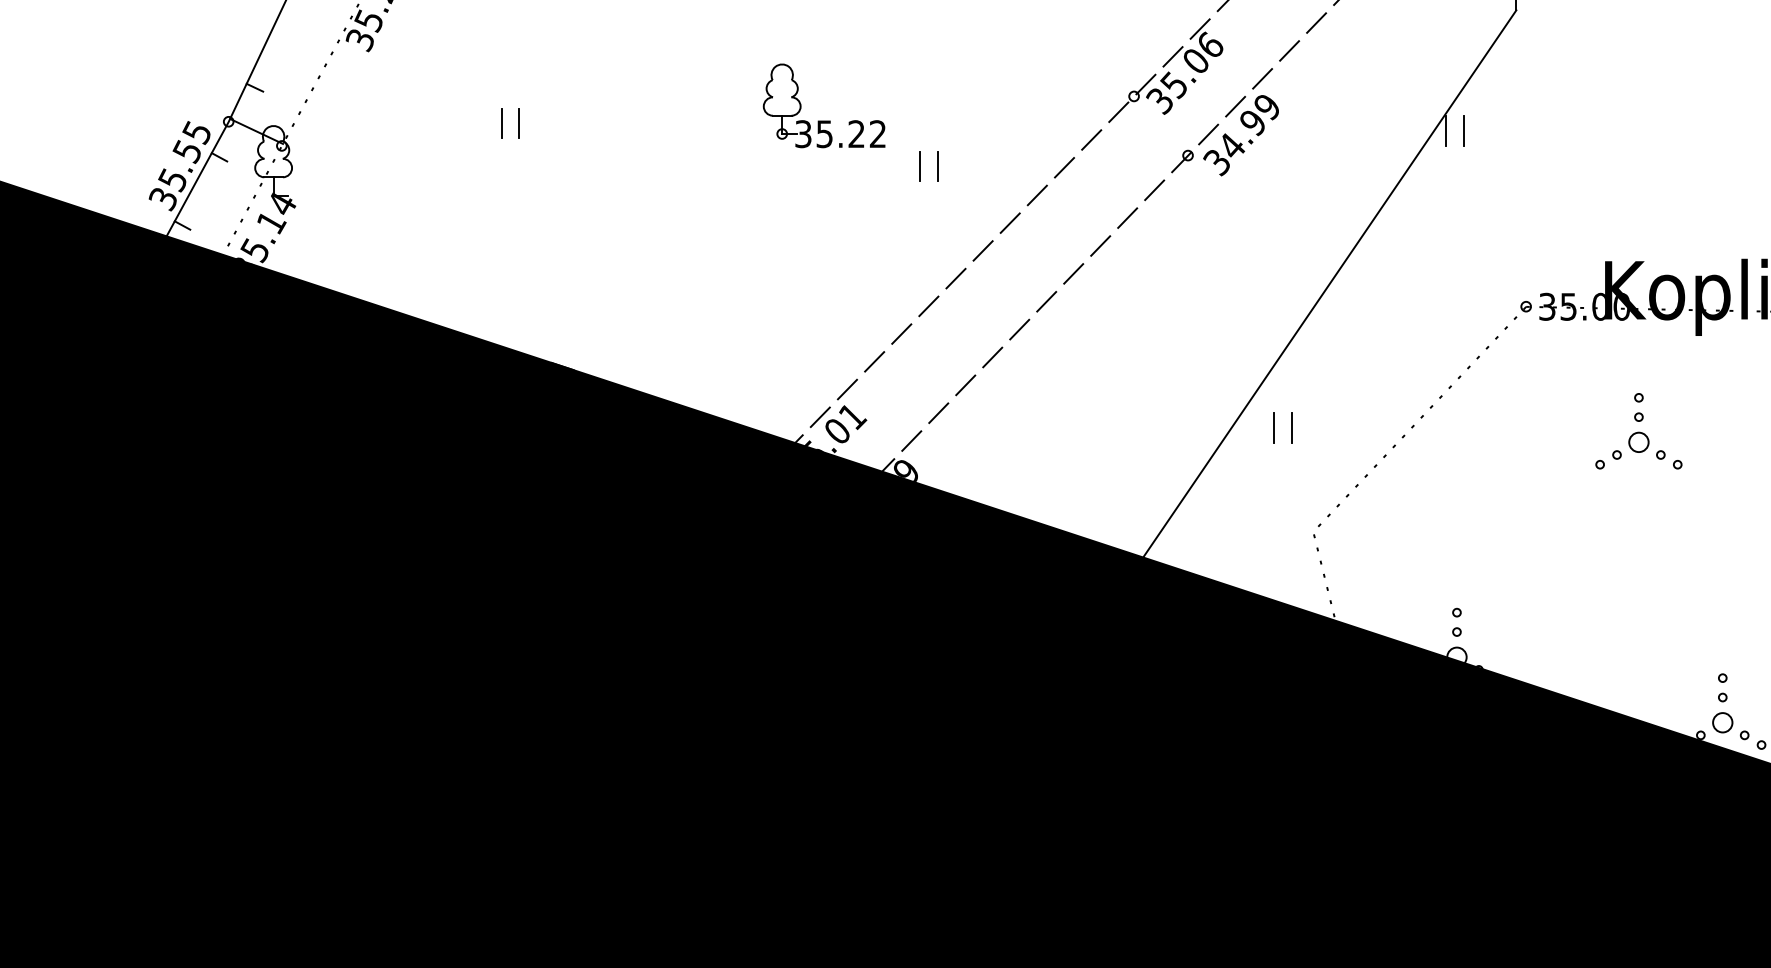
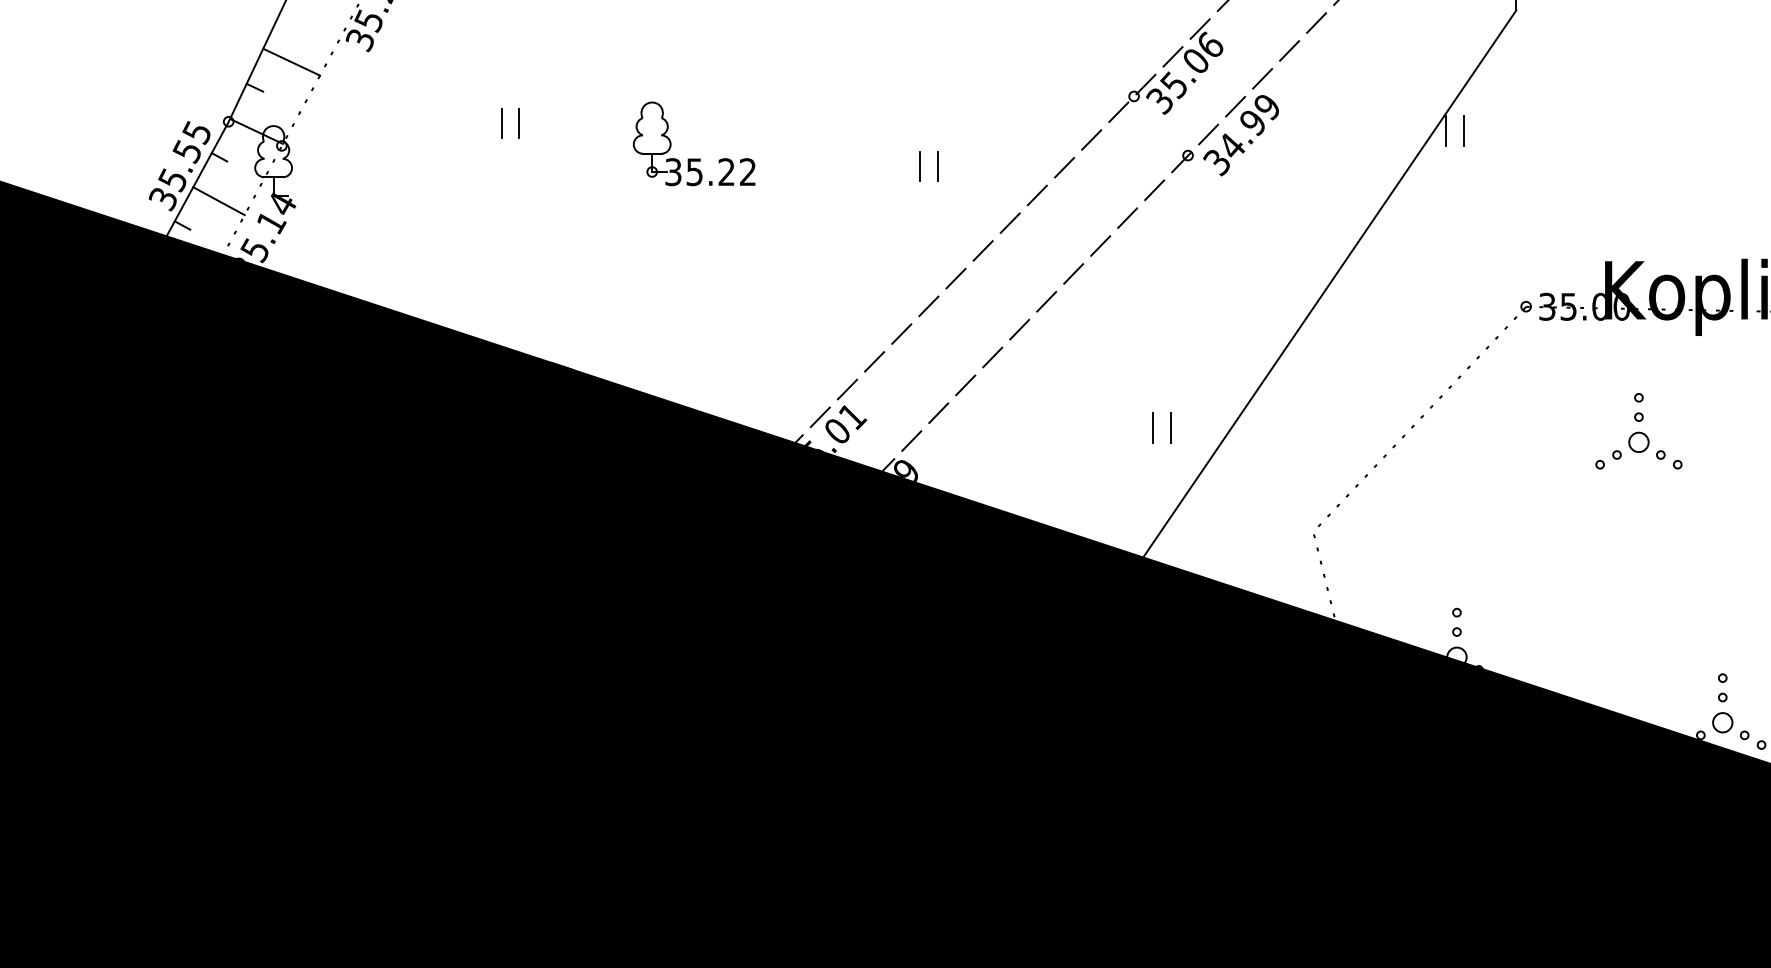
line at (291, 61): none -> present
part at (823, 120) position: (823, 120) -> (693, 158)
line at (218, 201): none -> present
part at (1274, 427) position: (1274, 427) -> (1153, 427)
